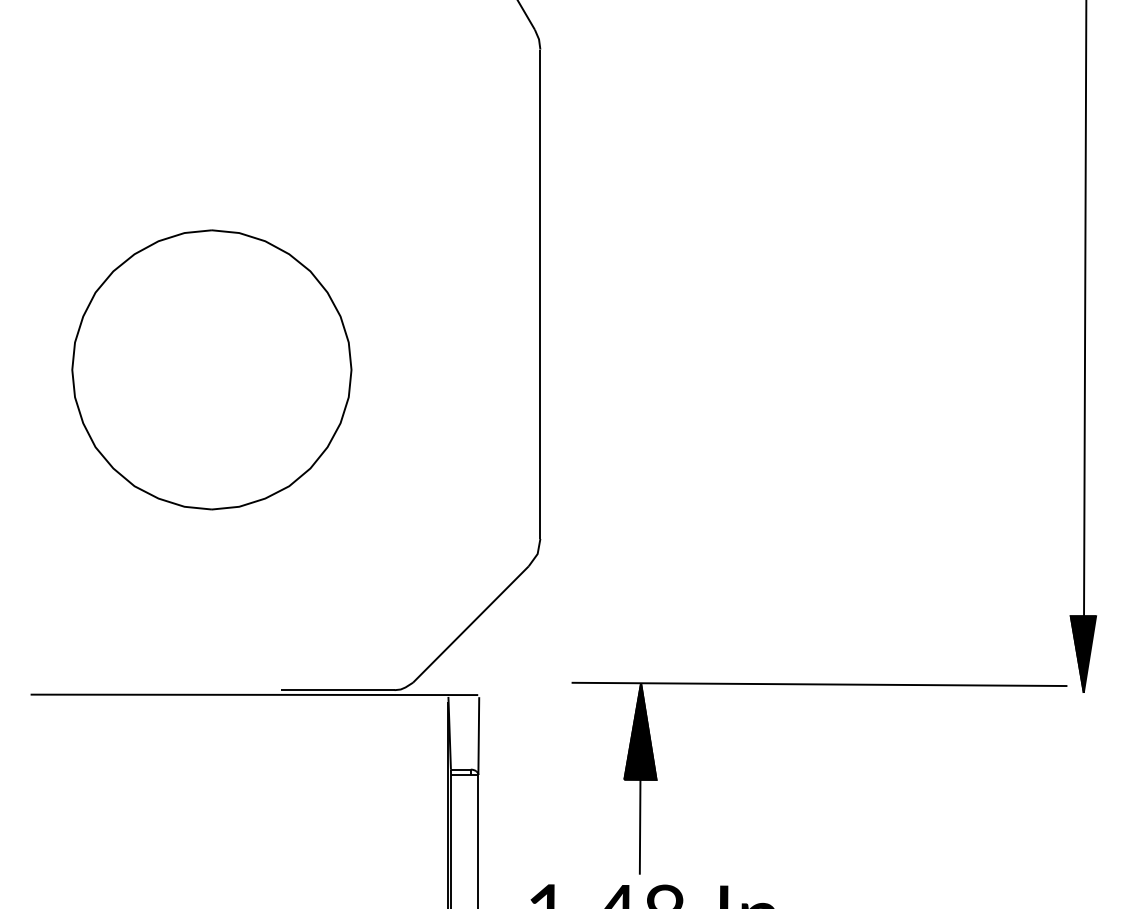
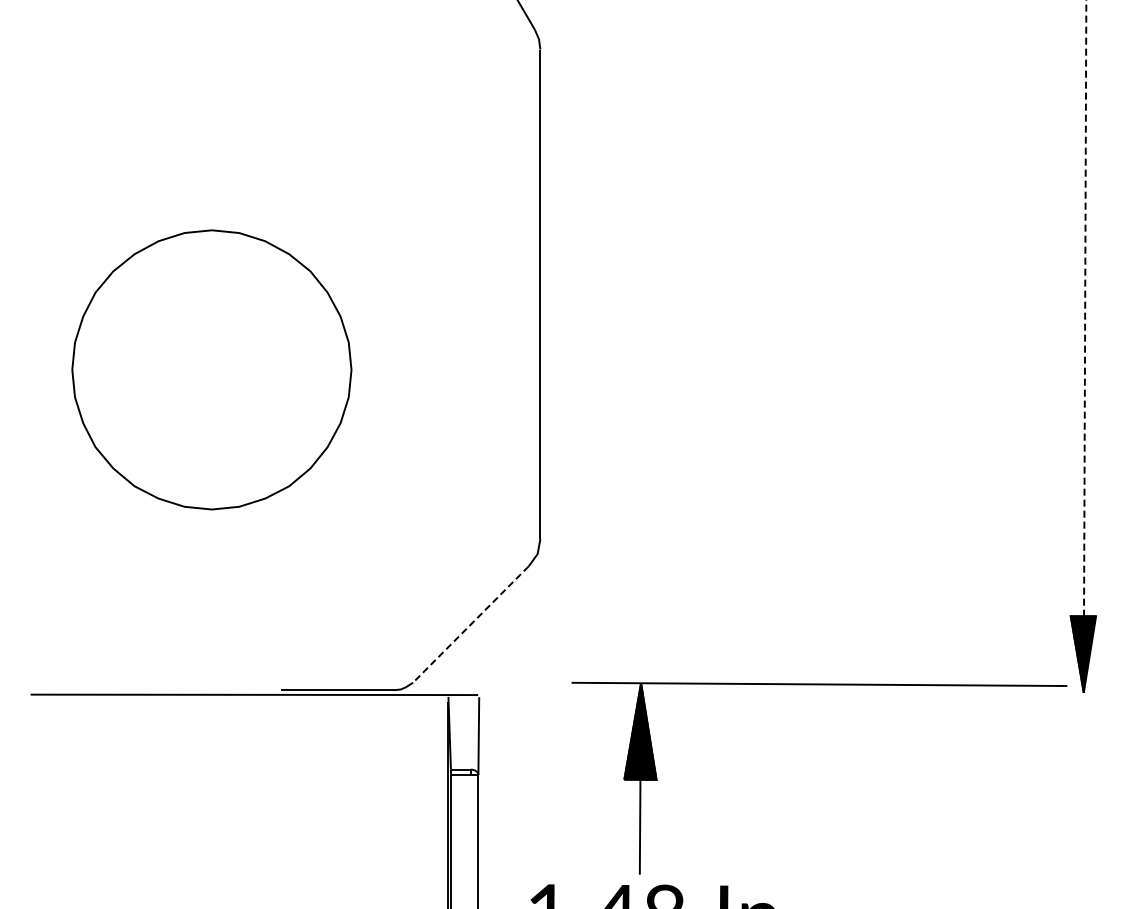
line at (1085, 341): solid -> dashed
line at (470, 624): solid -> dashed
